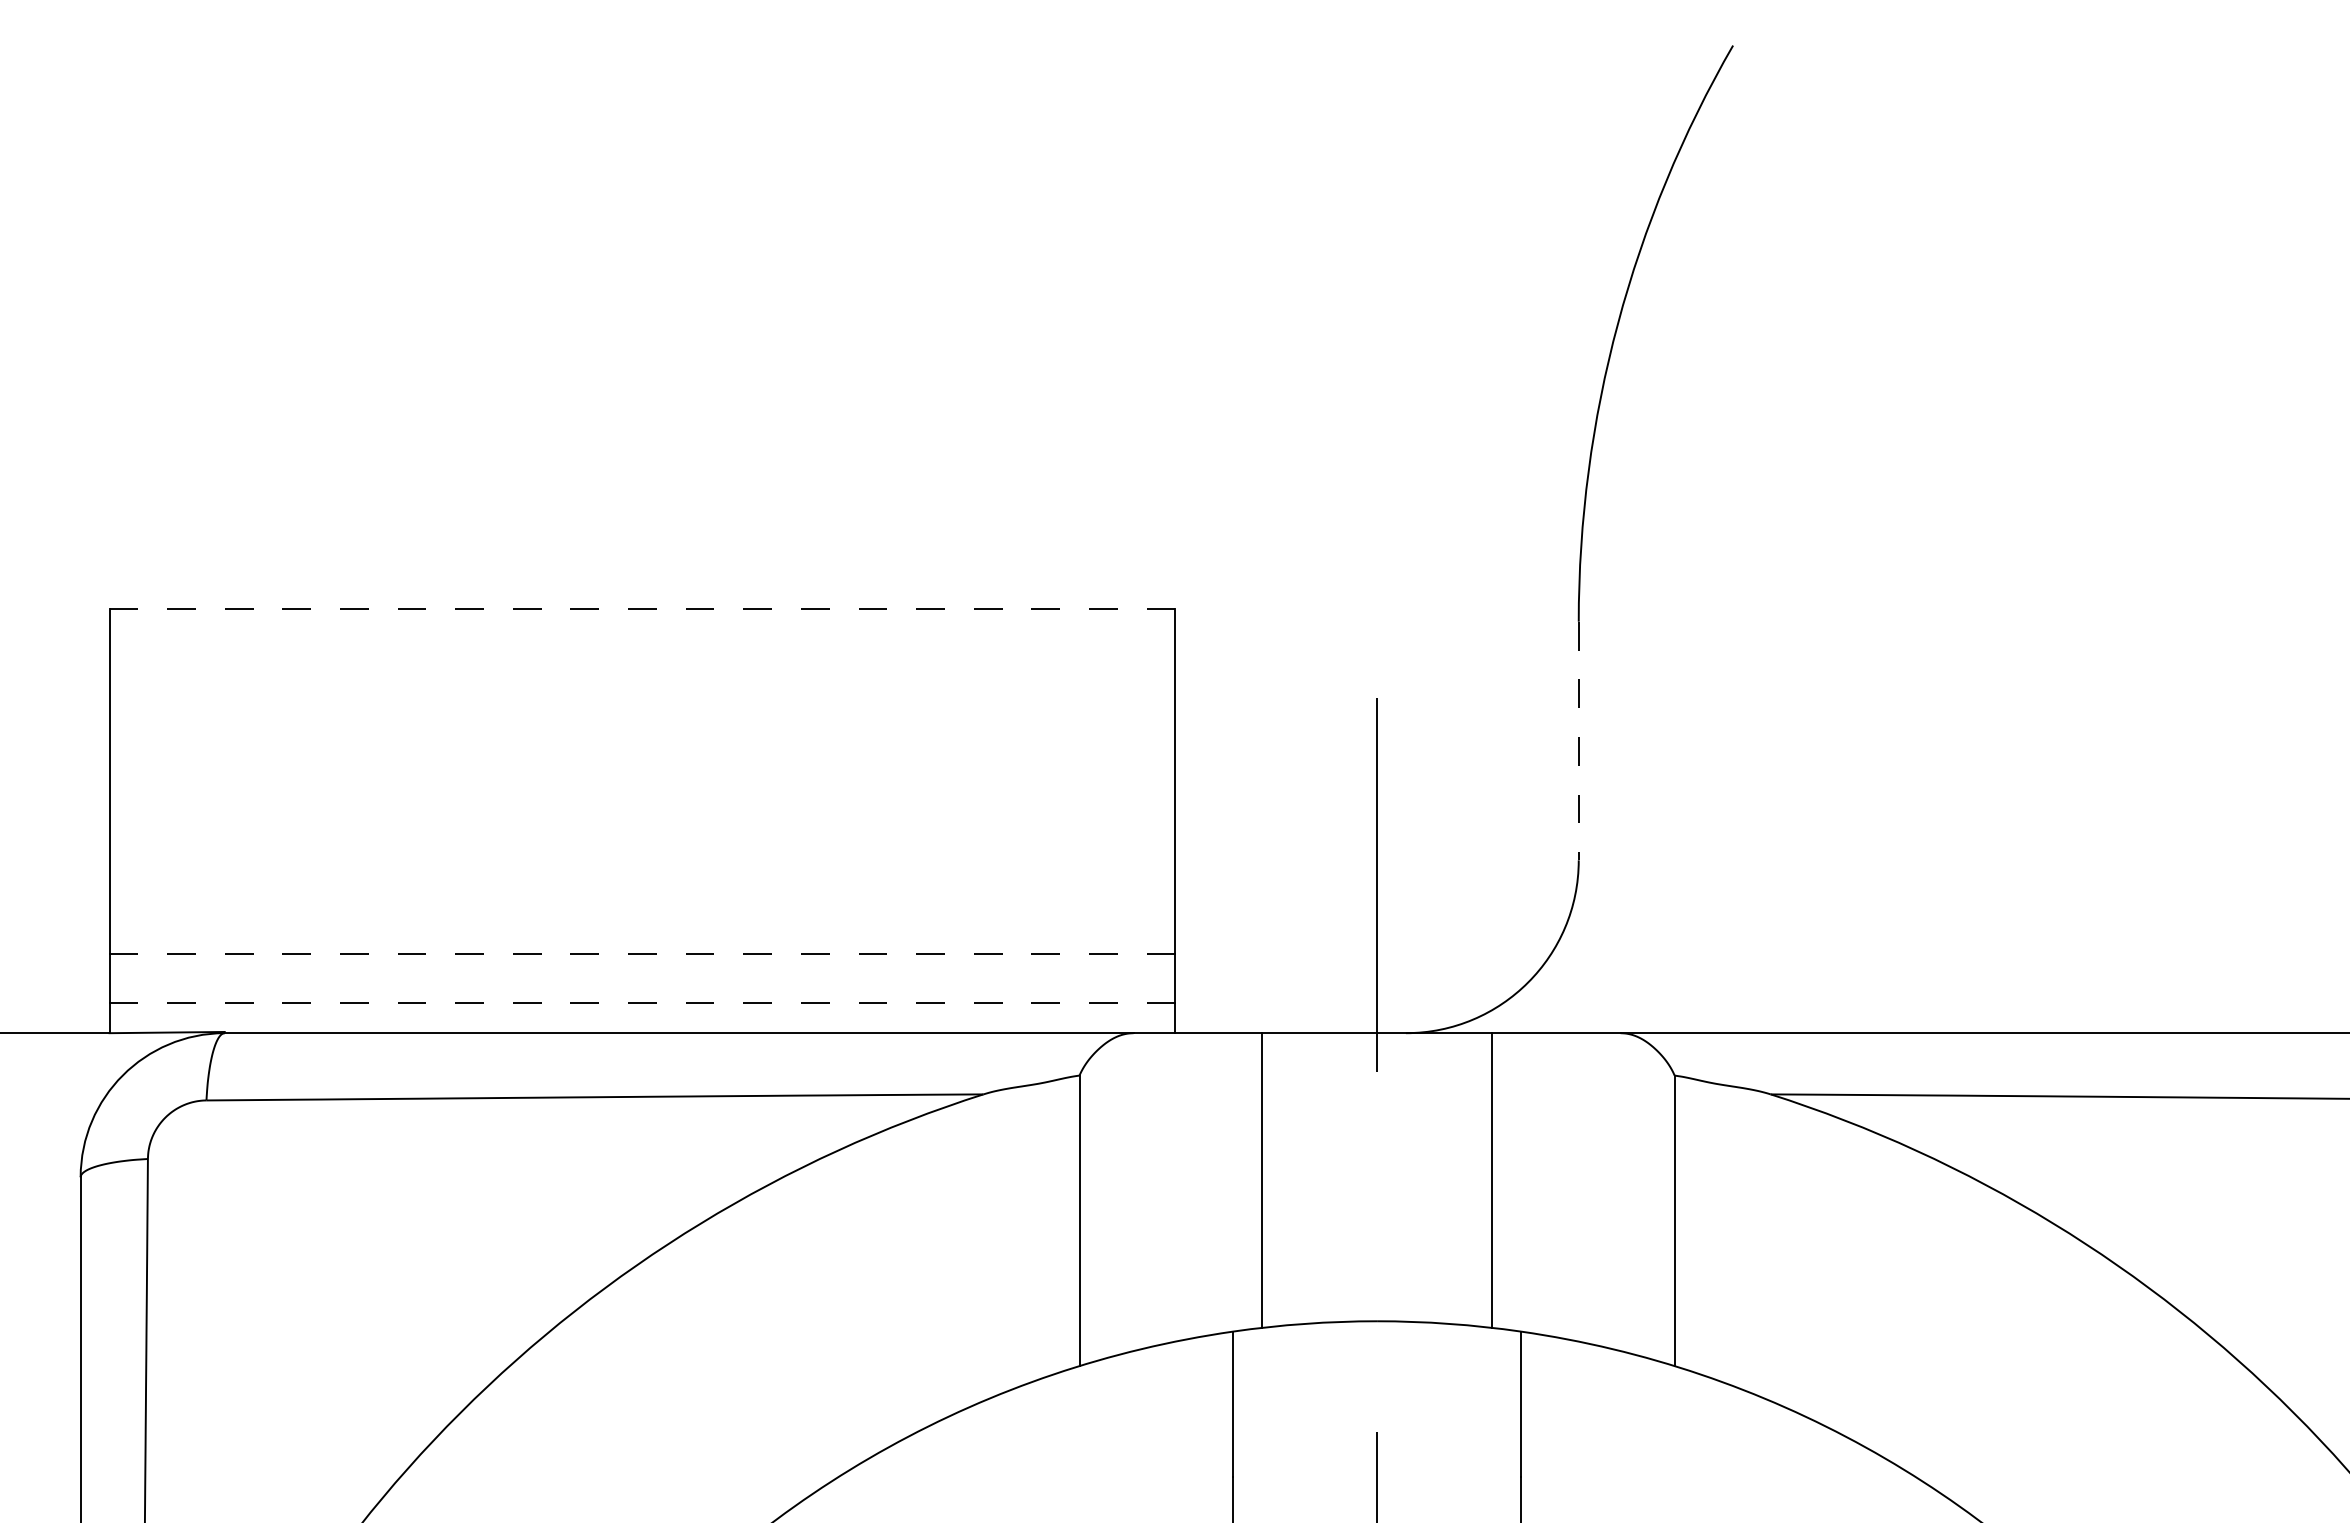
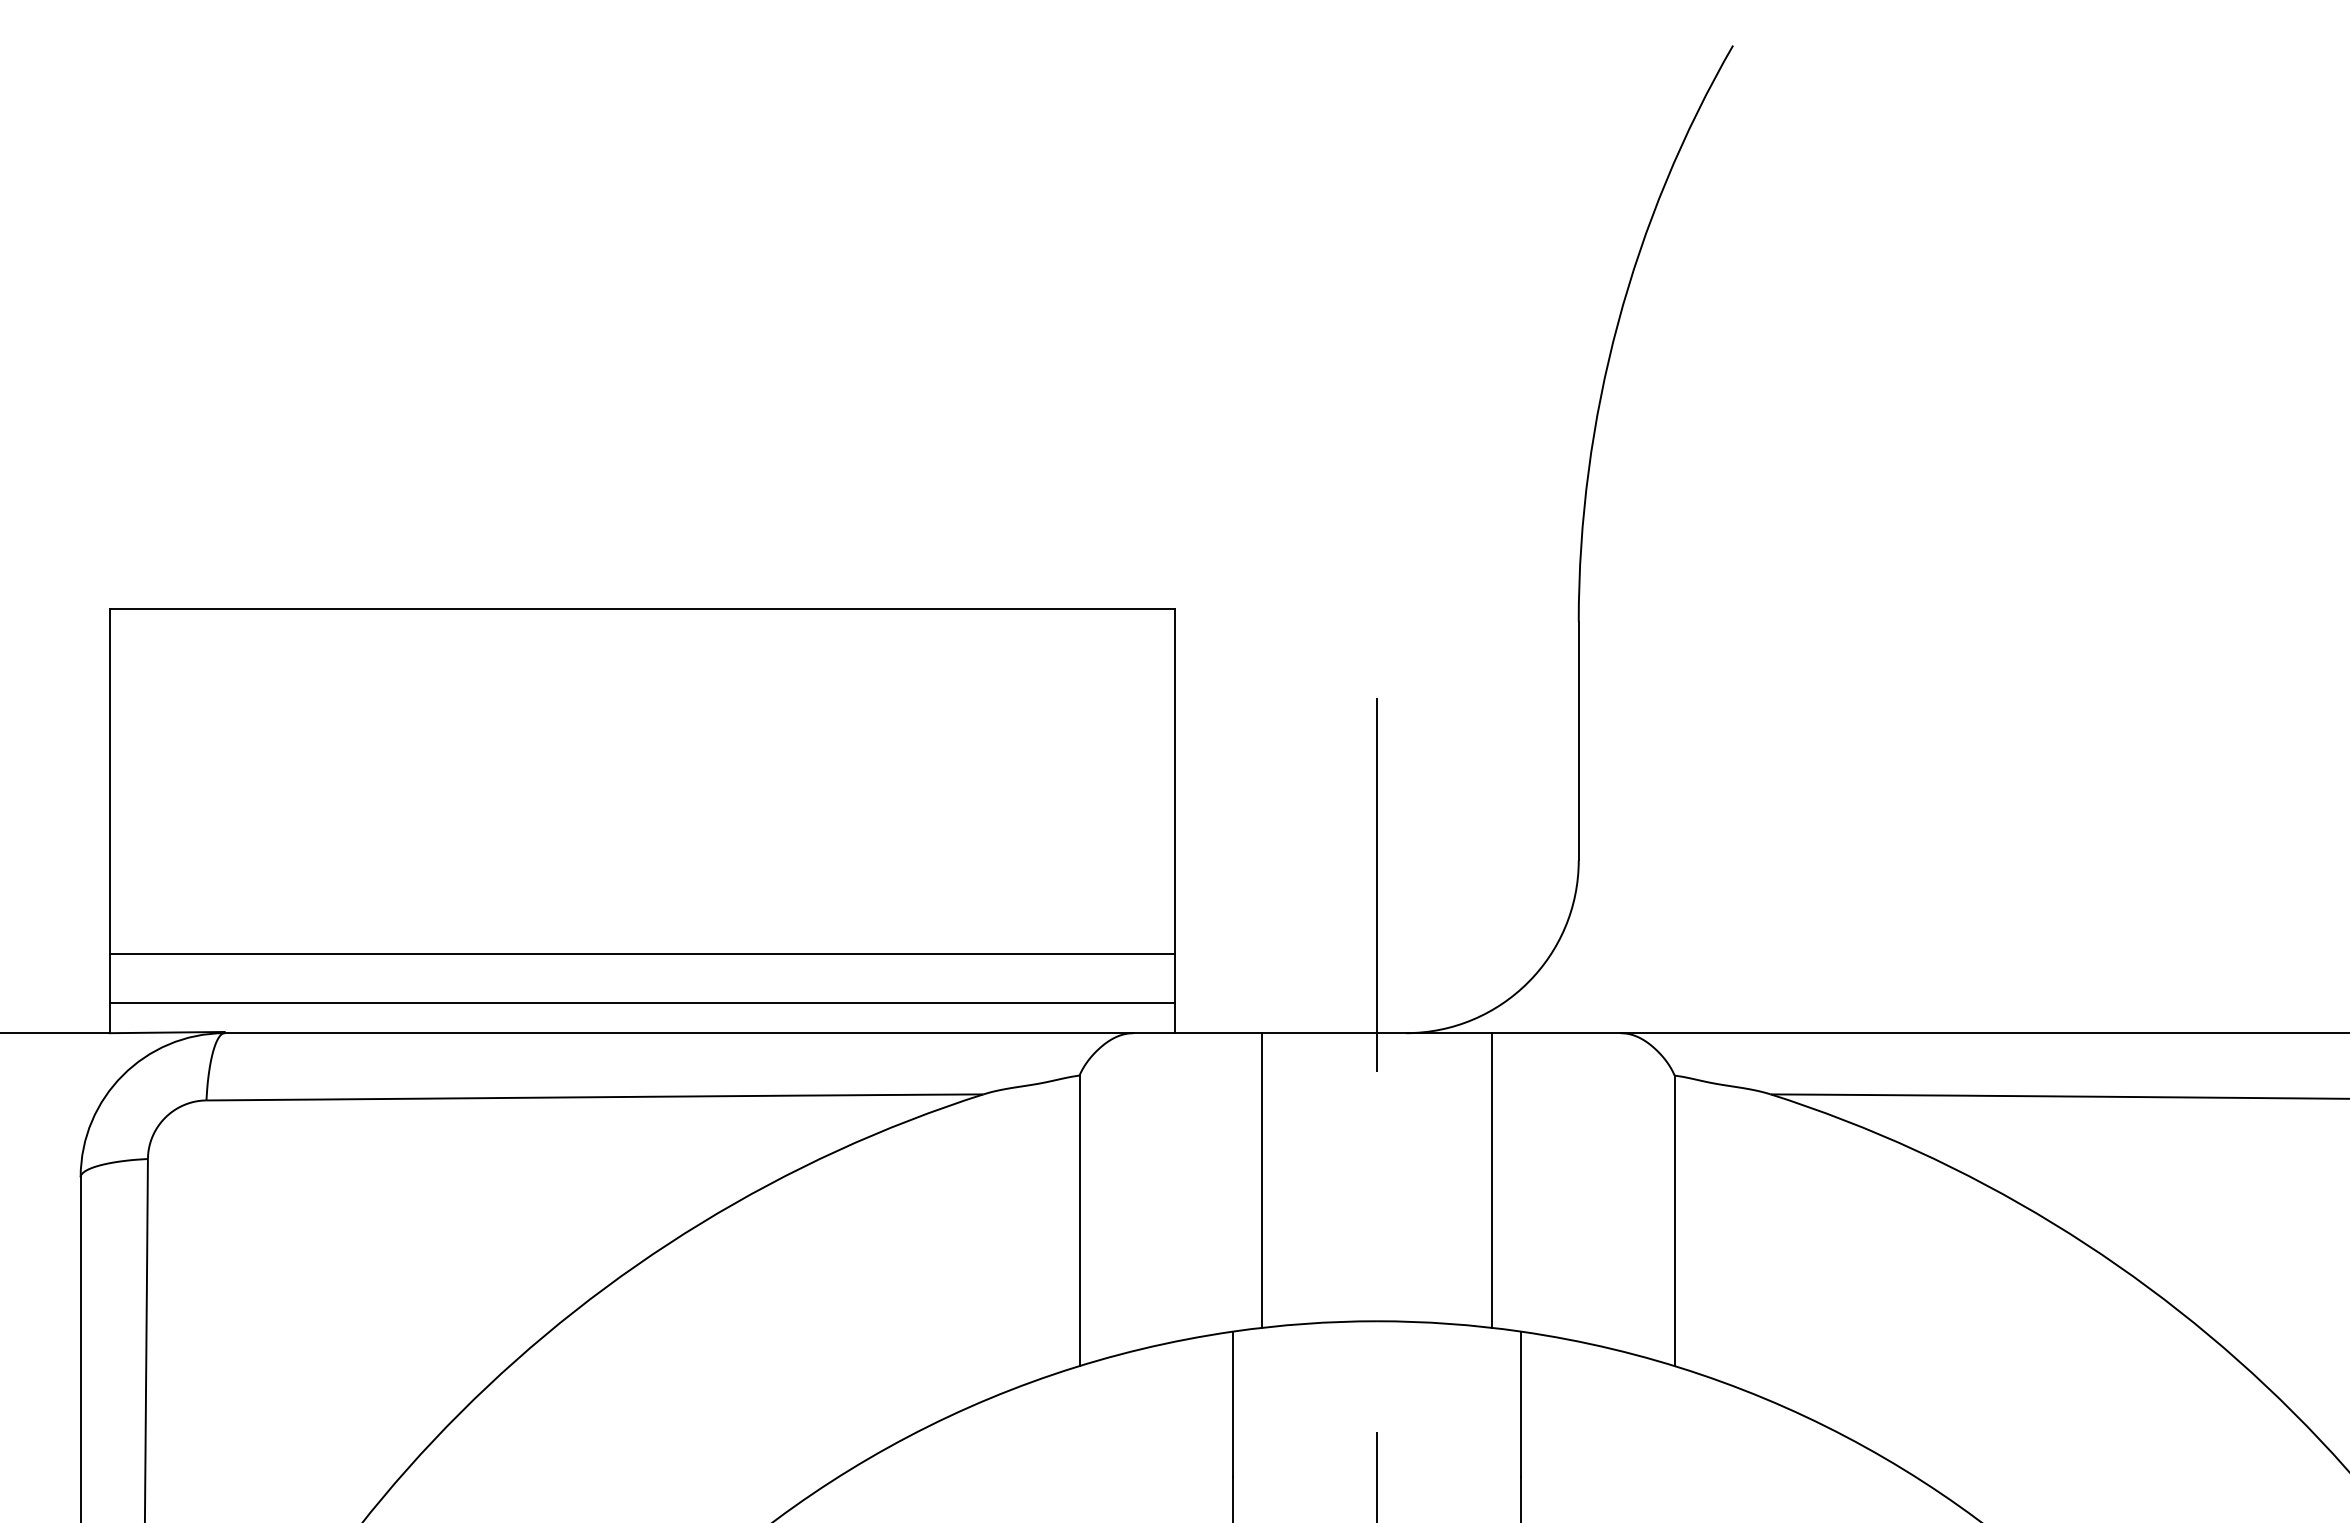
line at (642, 608): dashed -> solid
line at (1578, 741): dashed -> solid
line at (642, 954): dashed -> solid
line at (642, 1003): dashed -> solid
